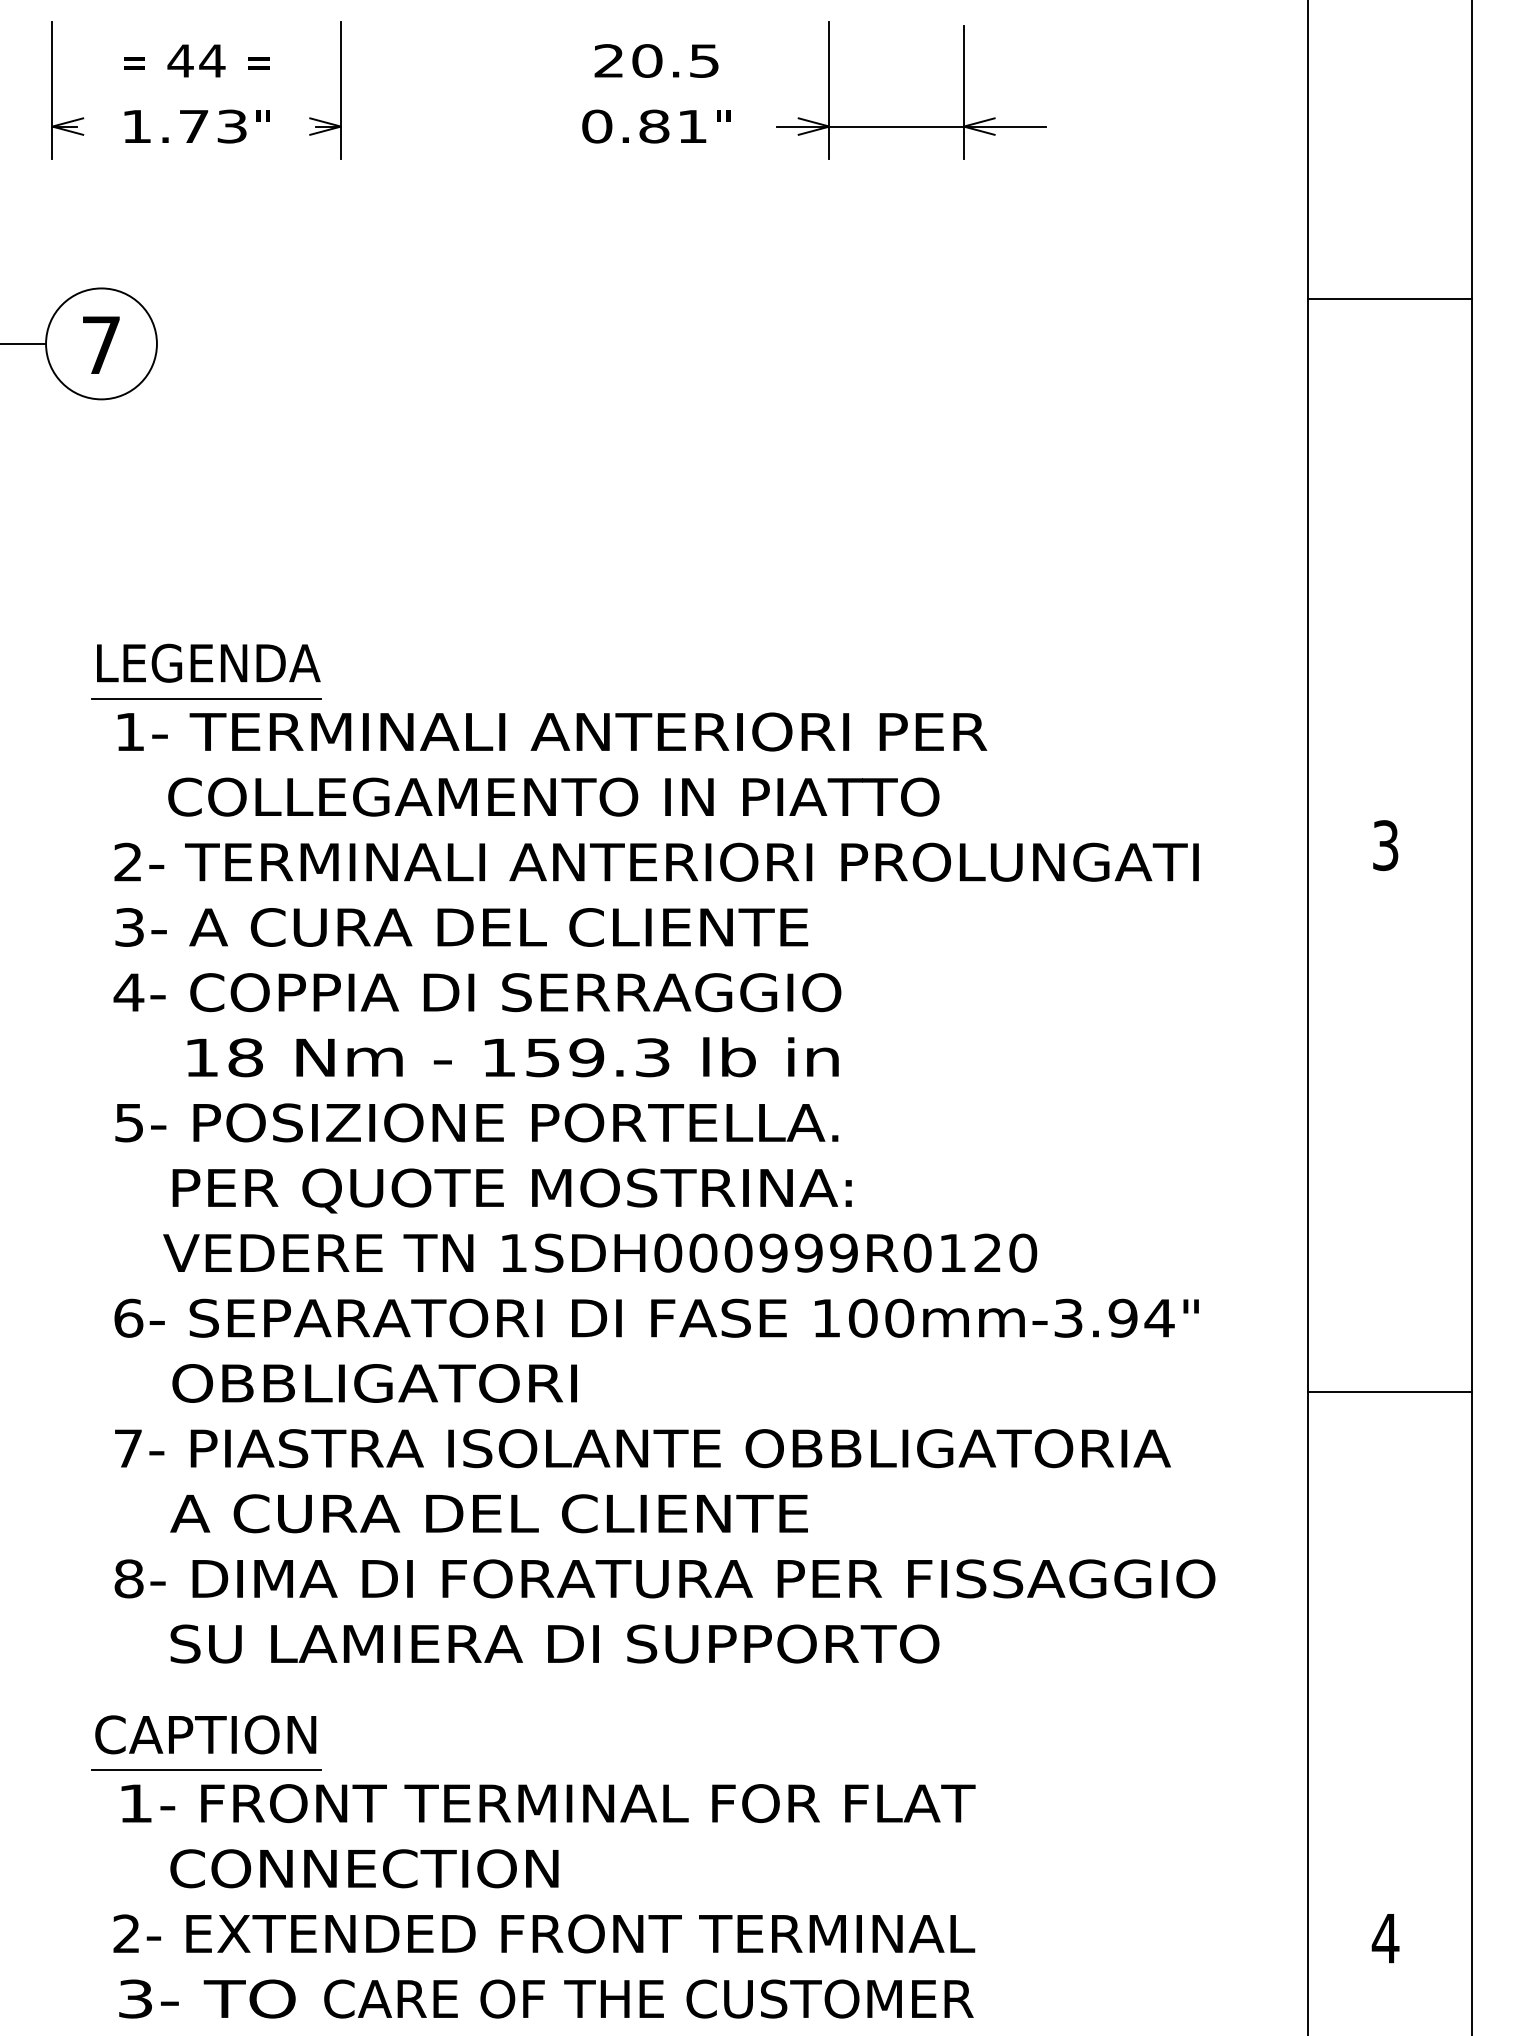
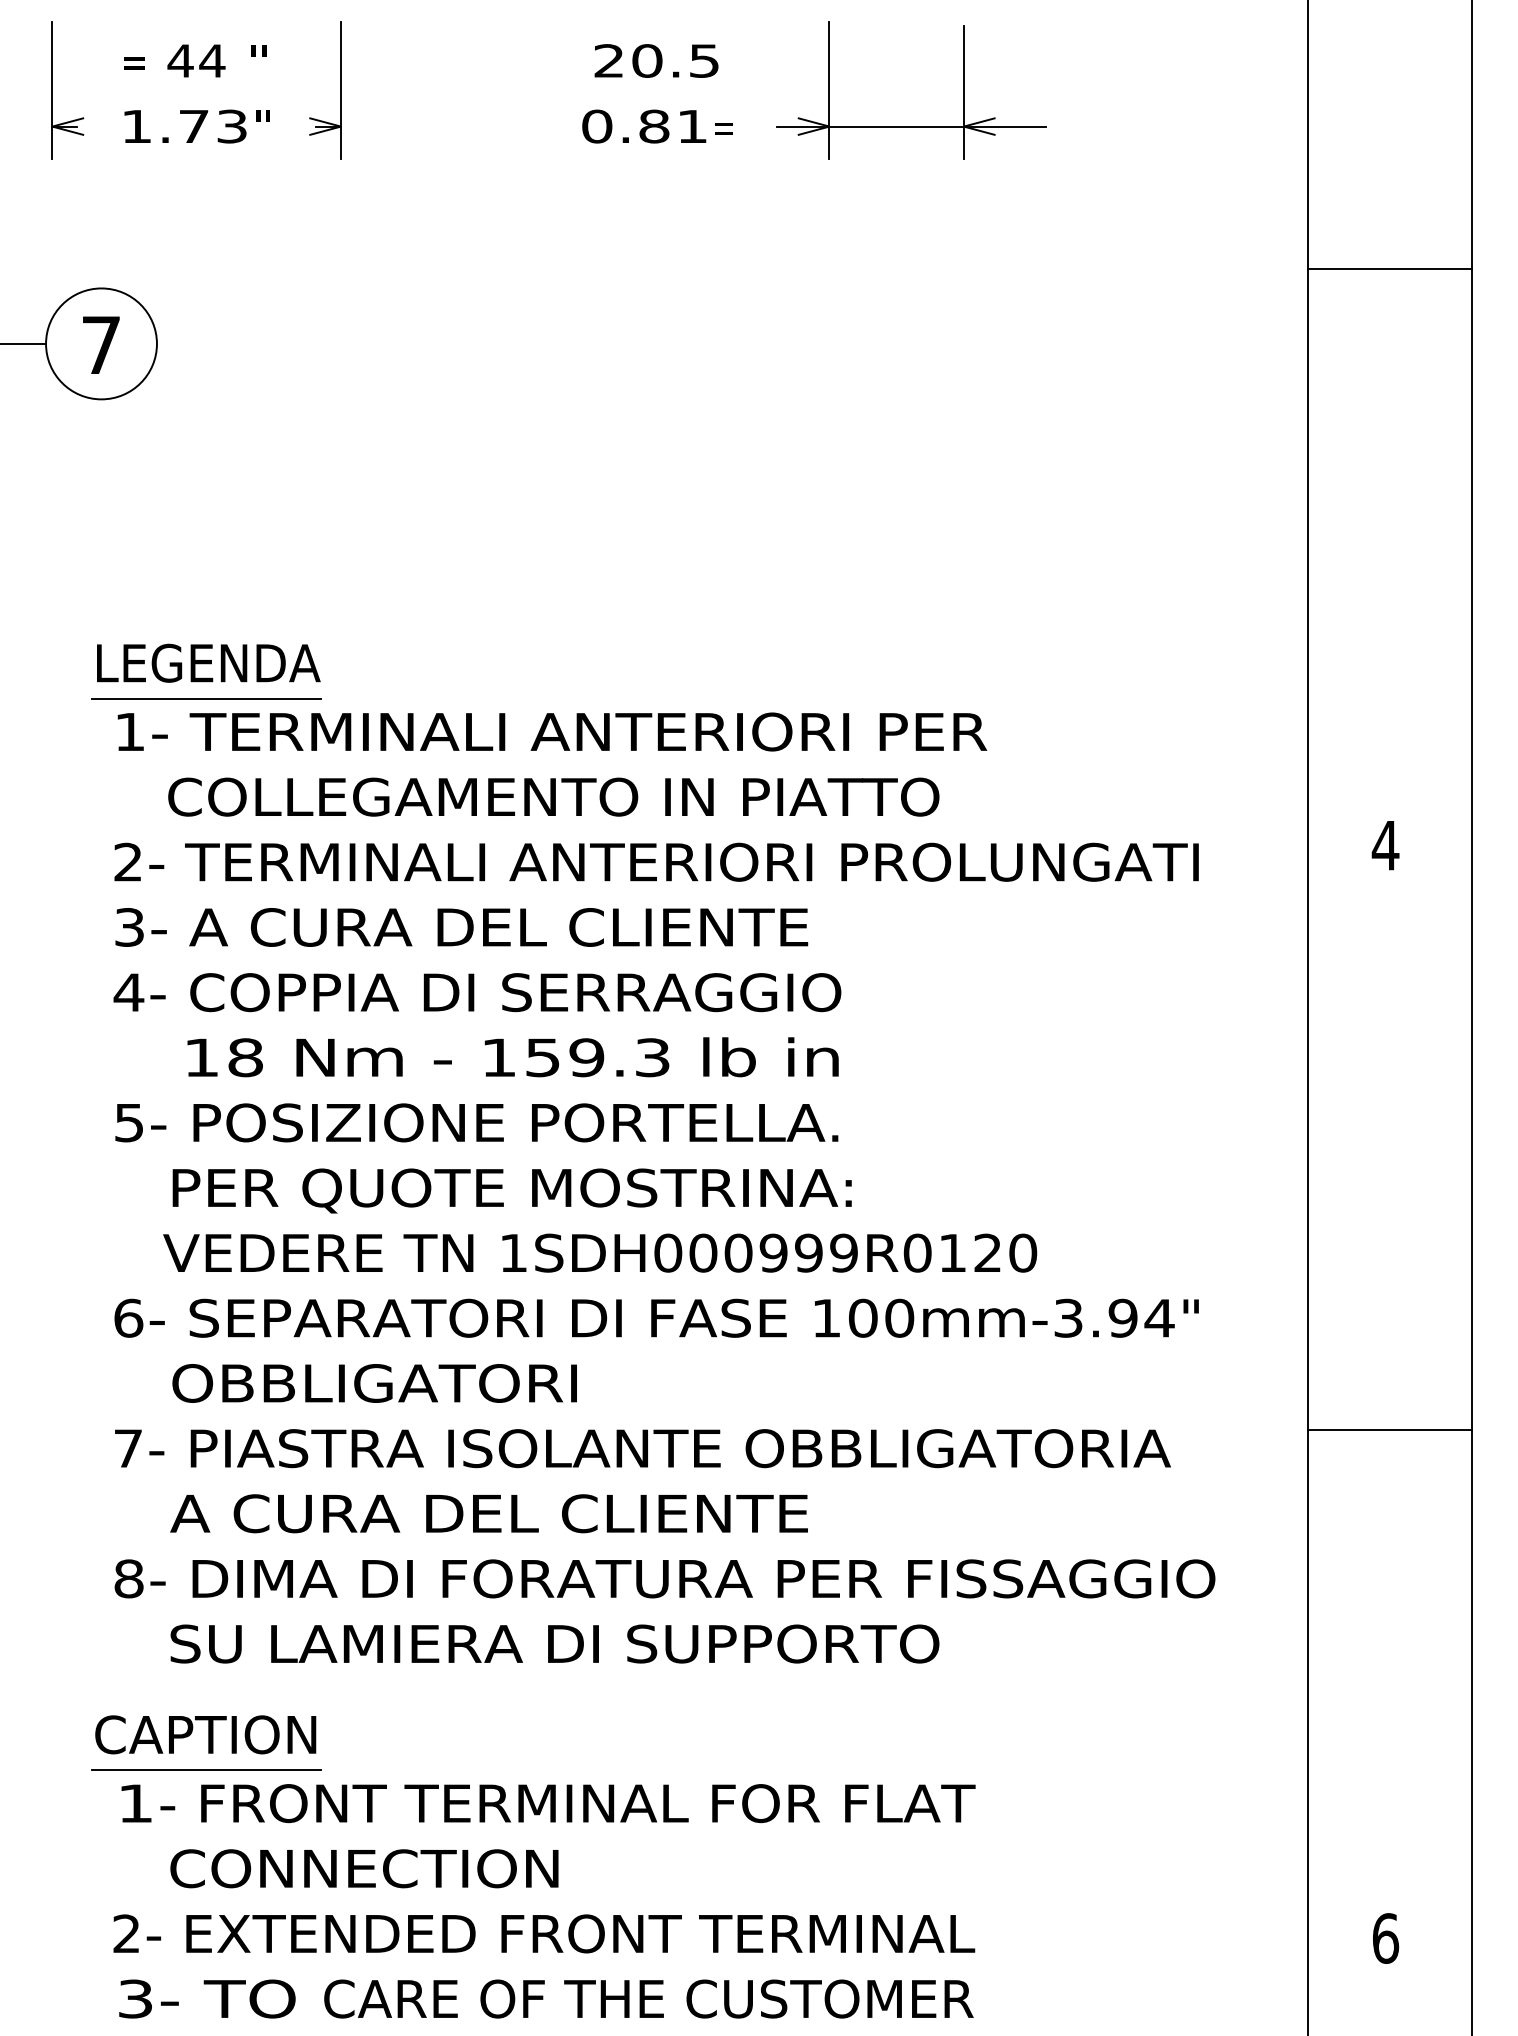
text at (258, 57): = -> "
text at (723, 122): " -> =
line at (1390, 299) position: (1390, 299) -> (1390, 269)
text at (1385, 845): 3 -> 4
line at (1390, 1392) position: (1390, 1392) -> (1390, 1430)
text at (1385, 1938): 4 -> 6
